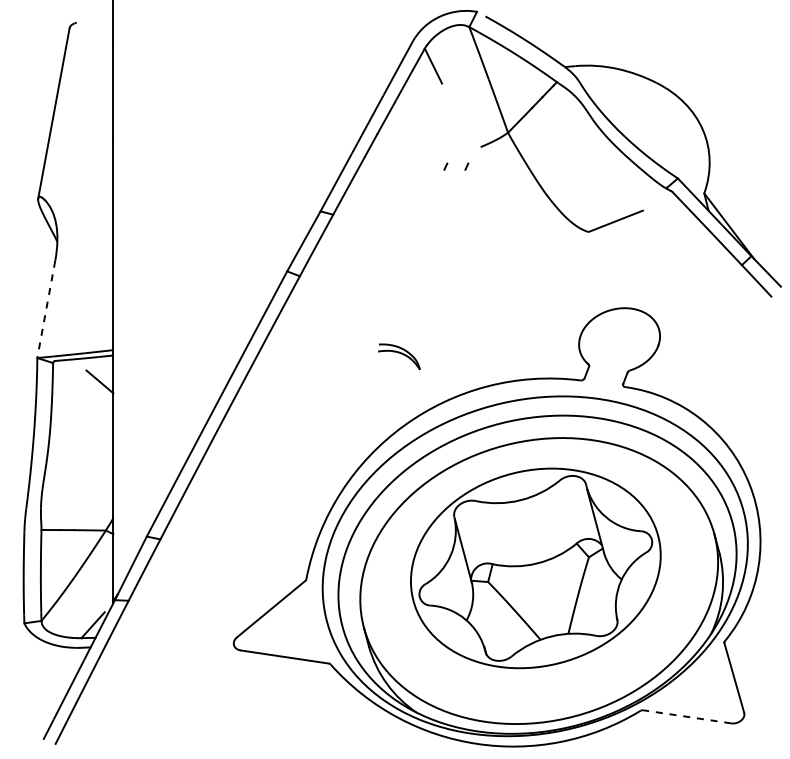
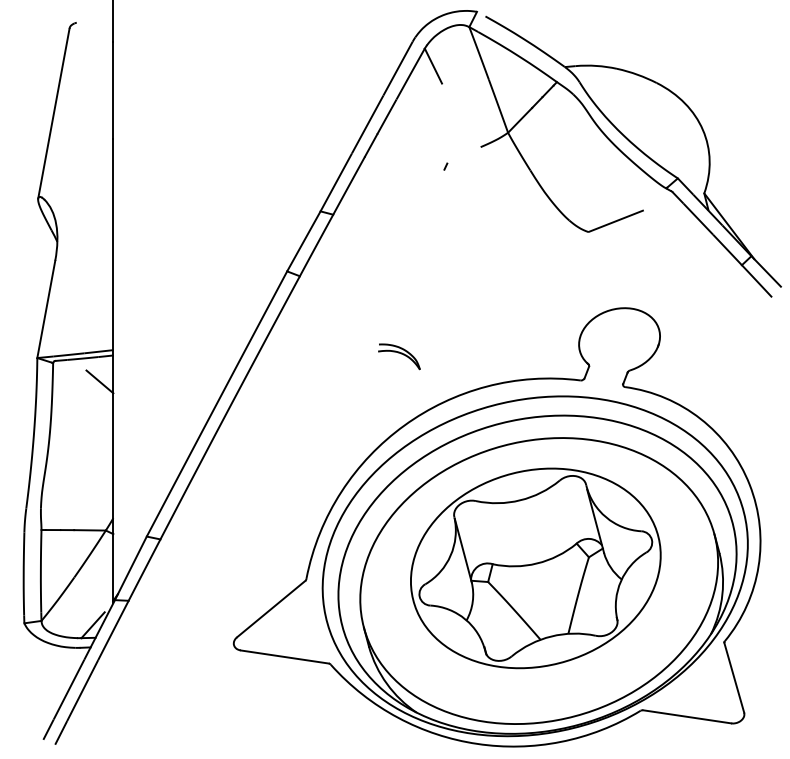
line at (466, 166): present -> none
line at (46, 309): dashed -> solid
line at (686, 716): dashed -> solid
